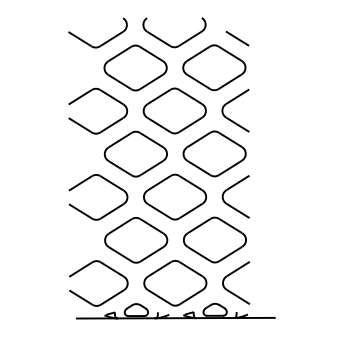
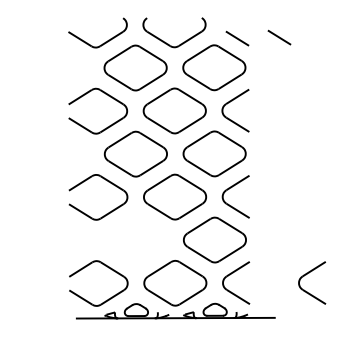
line at (279, 37): none -> present
part at (136, 240): present -> none
part at (306, 275): none -> present
